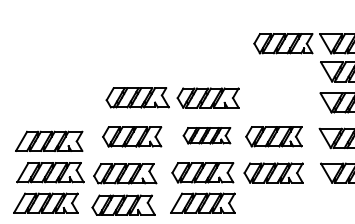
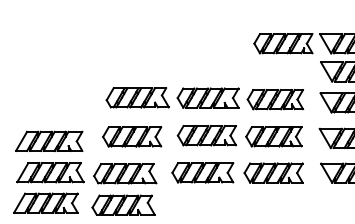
part at (275, 99): none -> present
part at (206, 135) size: 50x18 px -> 62x22 px
part at (202, 202): present -> none
